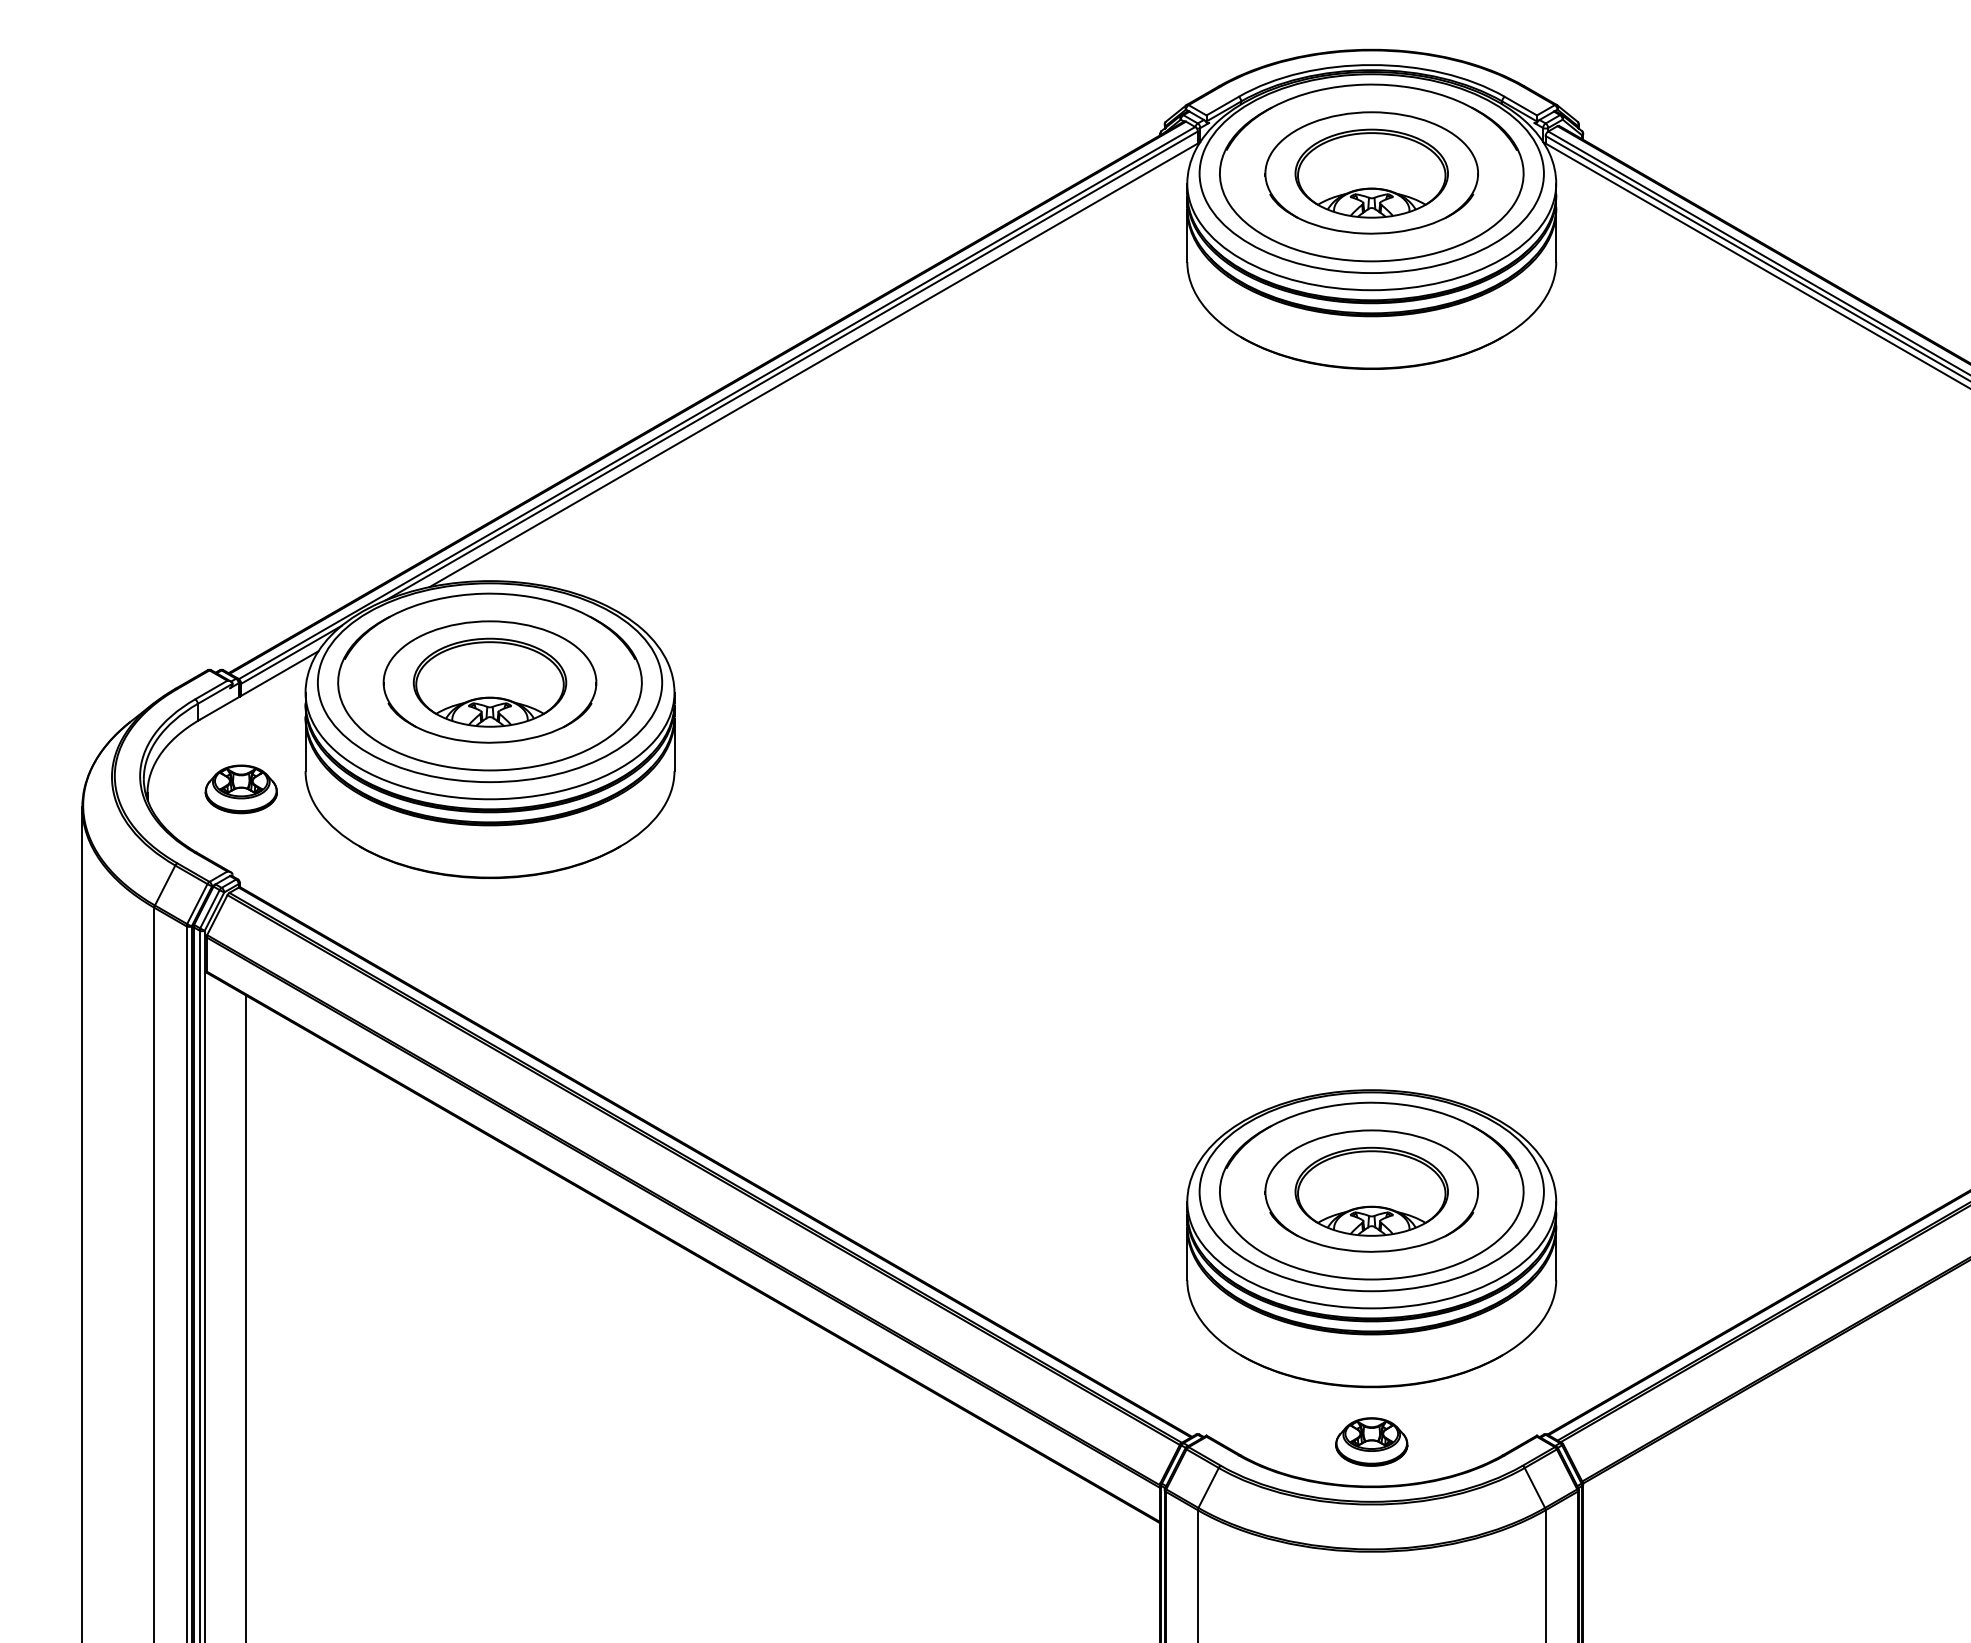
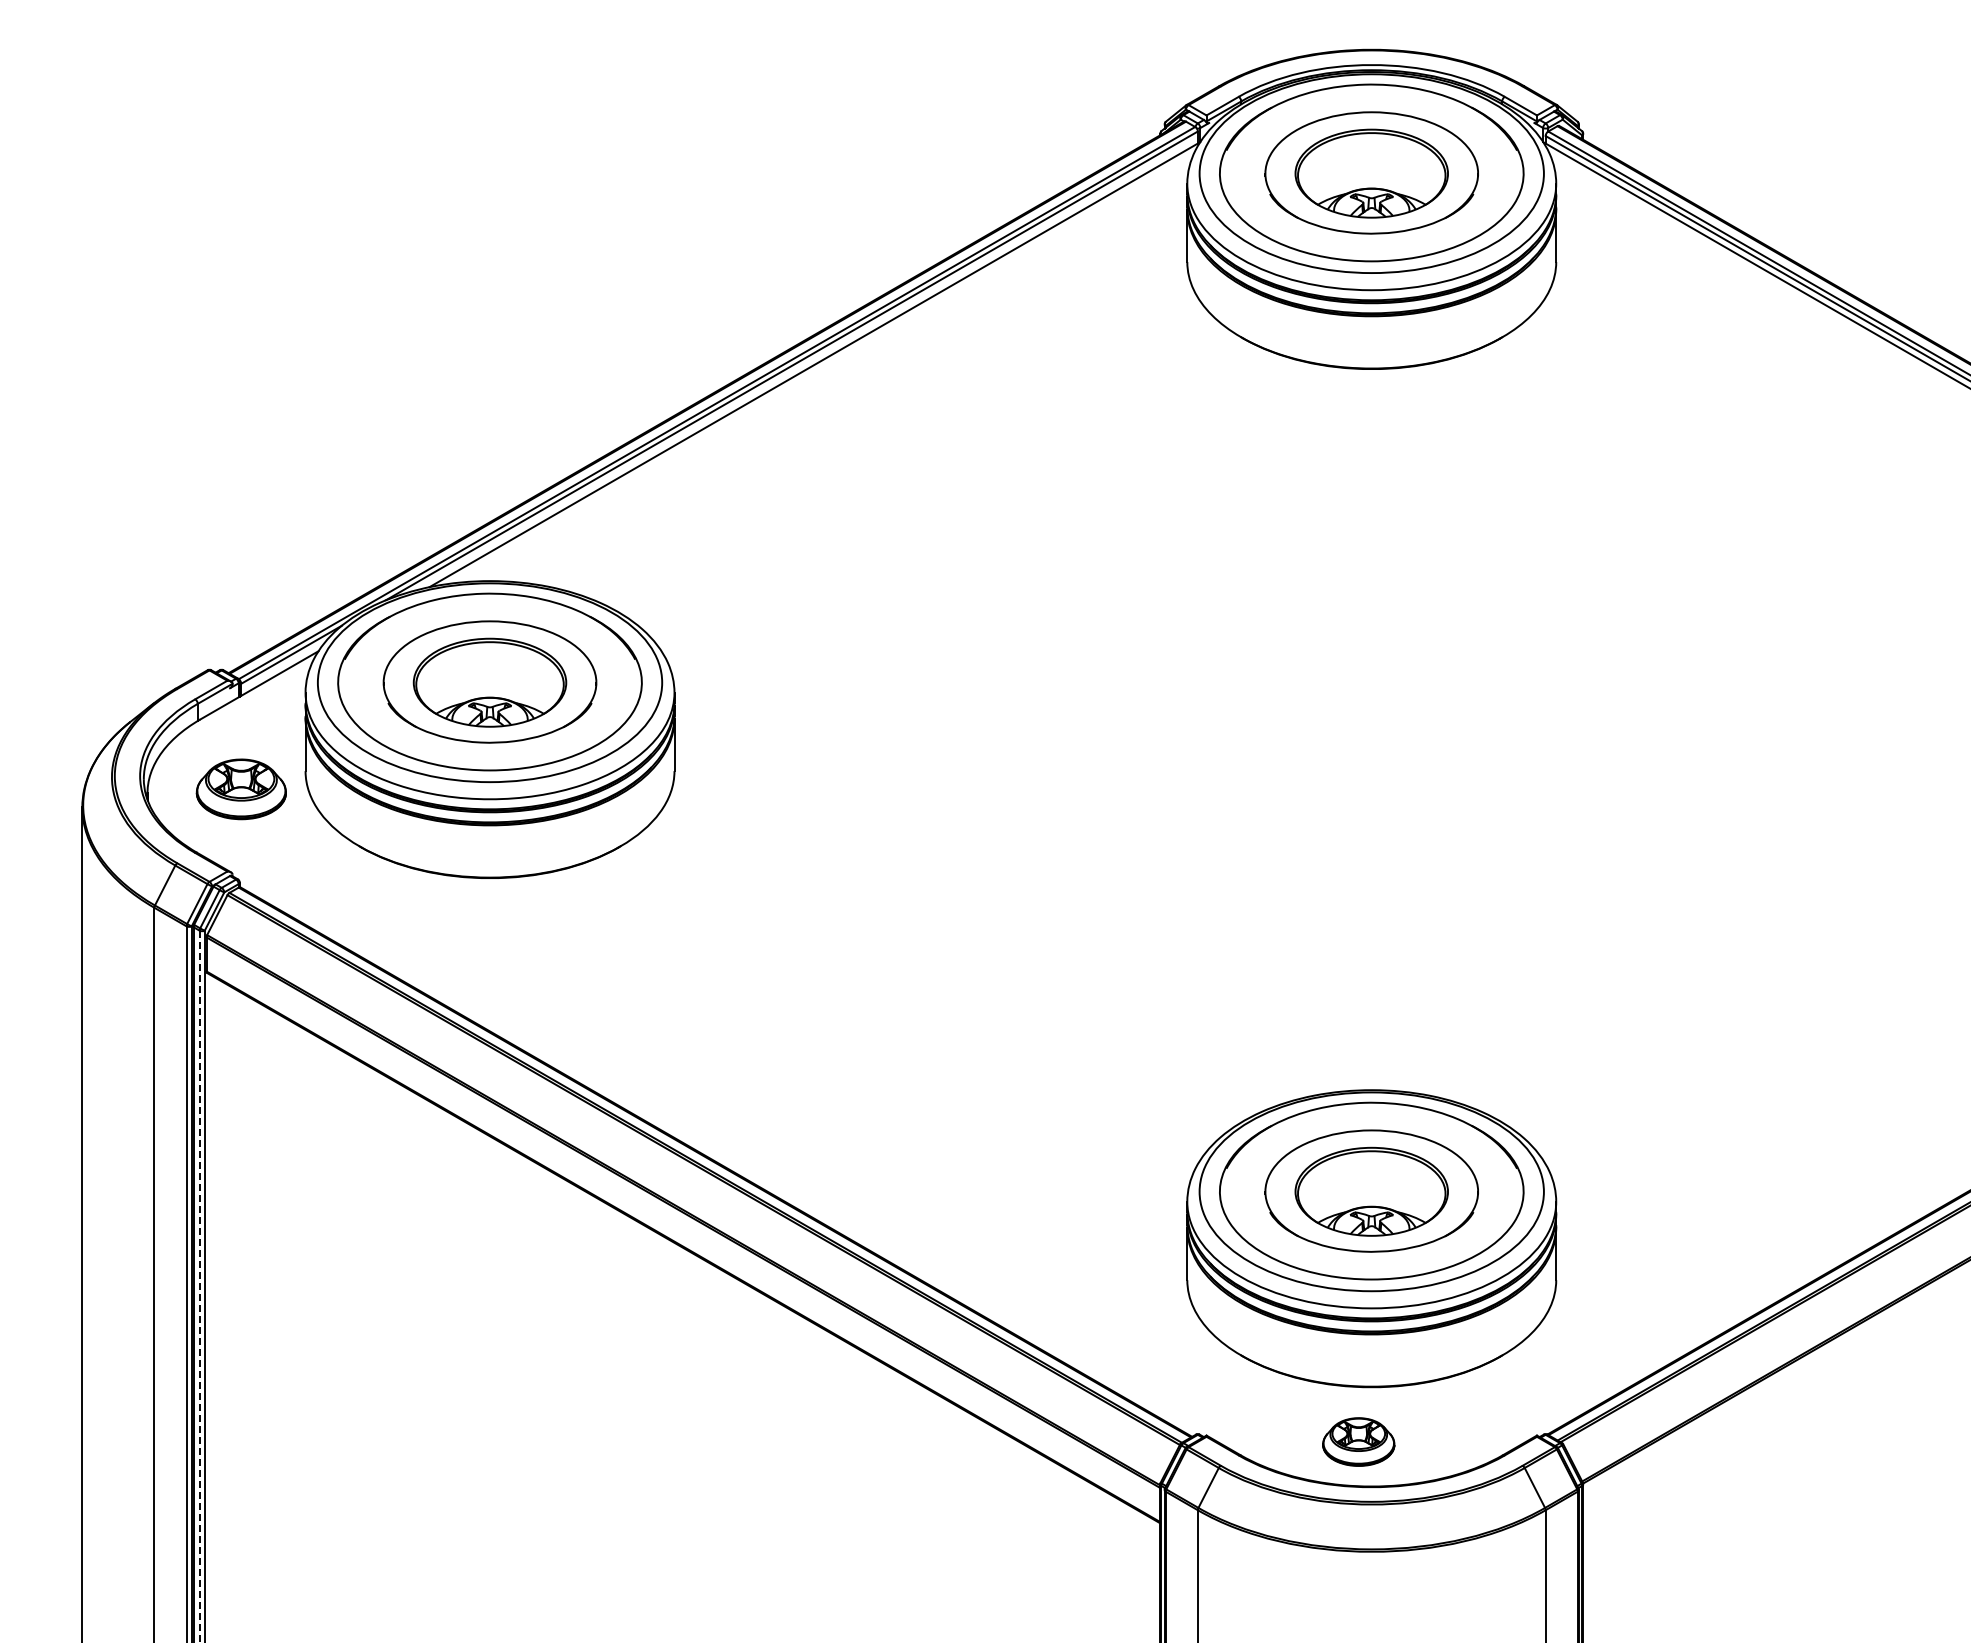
part at (240, 789) size: 74x51 px -> 92x63 px
line at (199, 1286): solid -> dashed
line at (245, 1317): present -> none
part at (1371, 1441) position: (1371, 1441) -> (1358, 1441)
